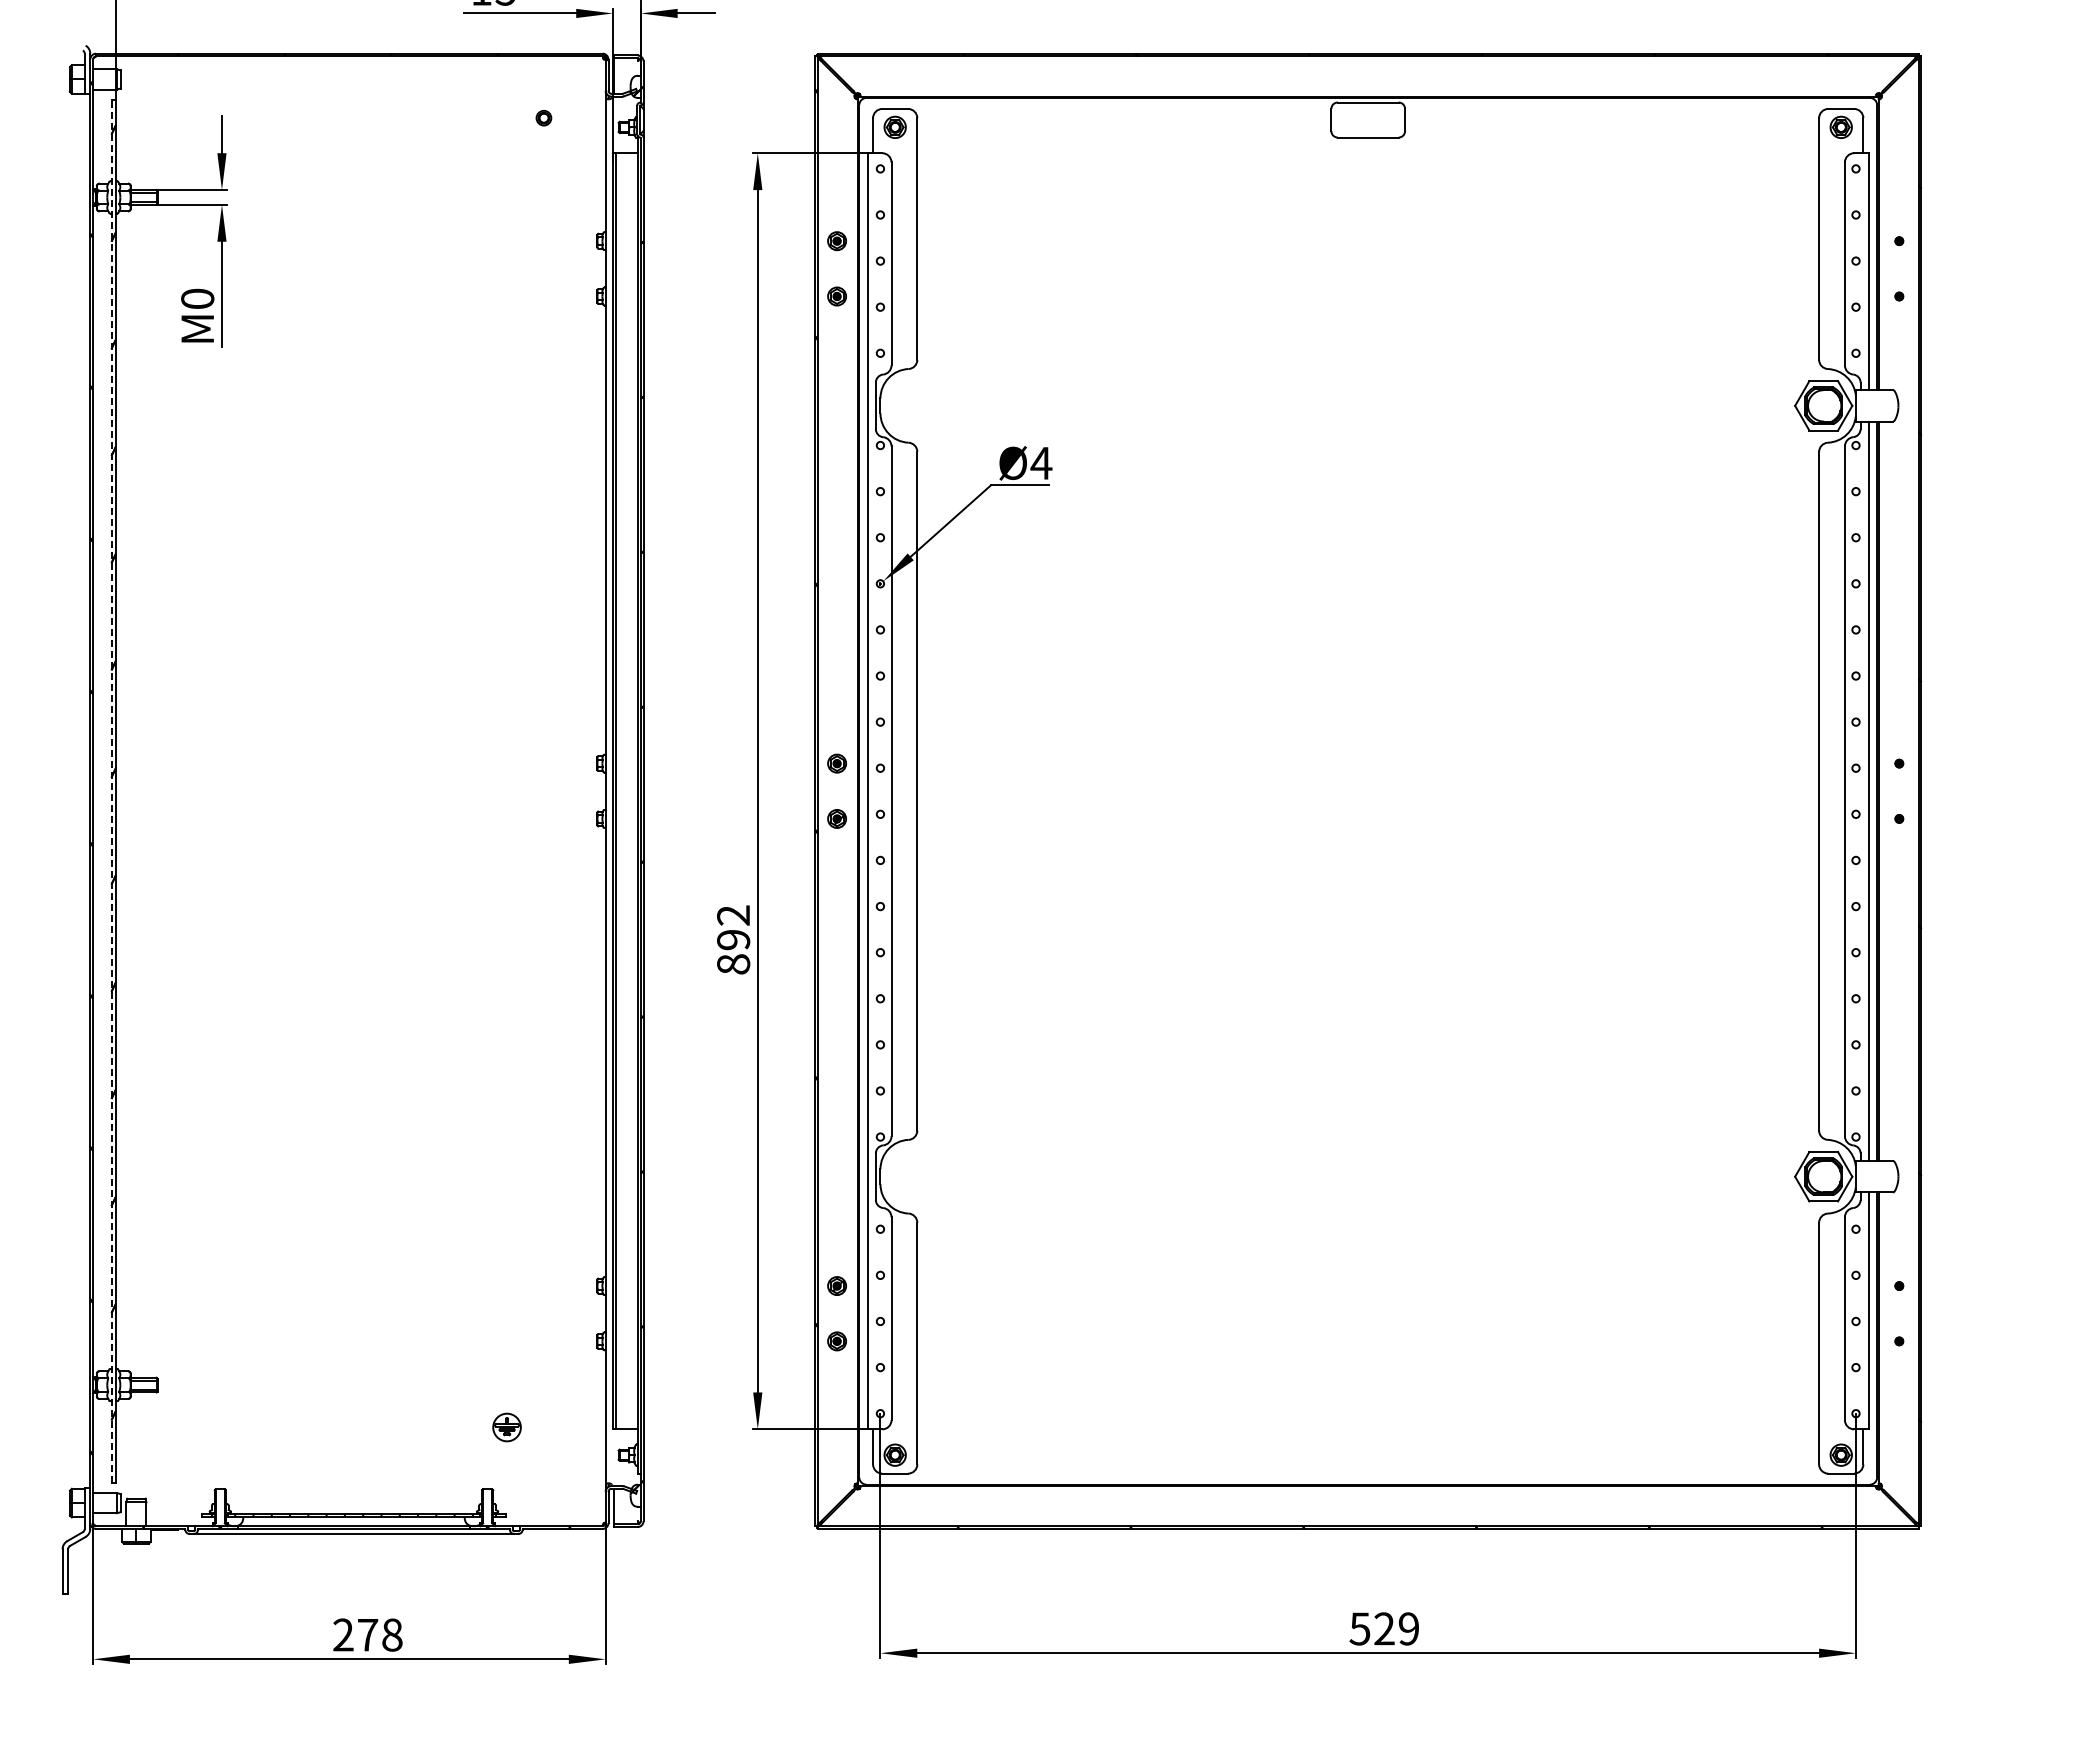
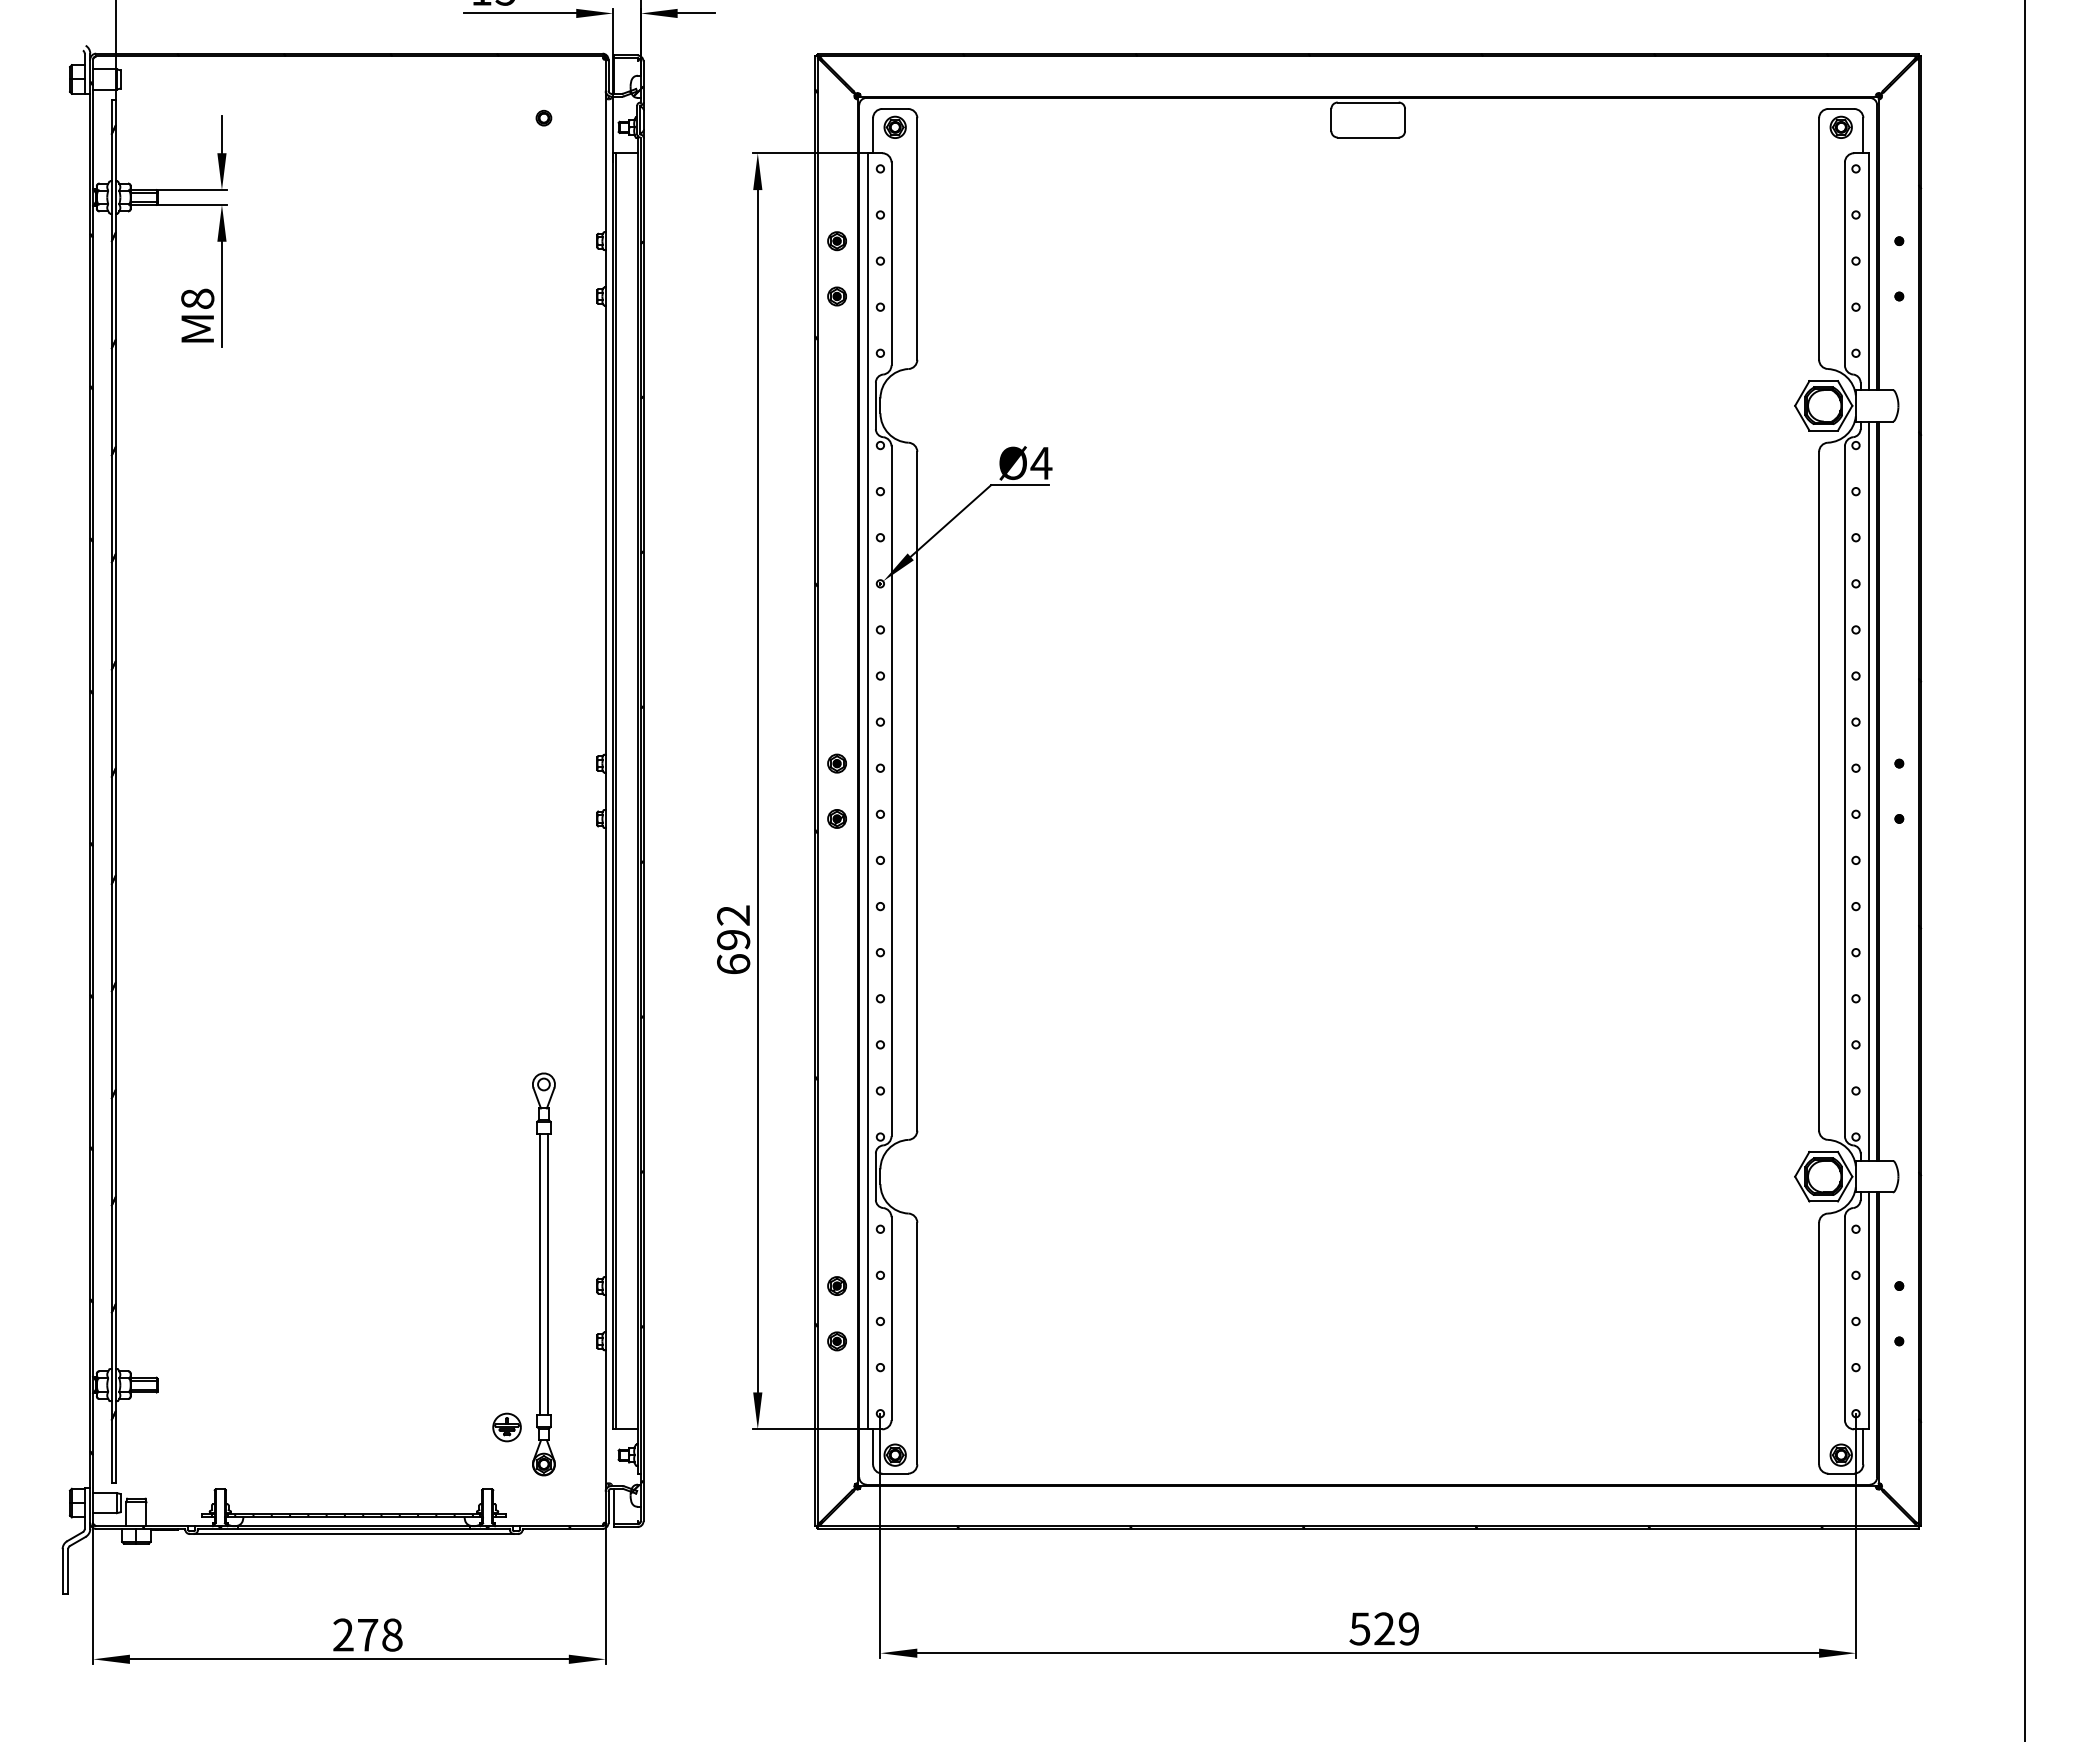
text at (197, 298): 0 -> 8
line at (111, 791): dashed -> solid
line at (2025, 870): none -> present
text at (733, 964): 892 -> 692
part at (543, 1274): none -> present
